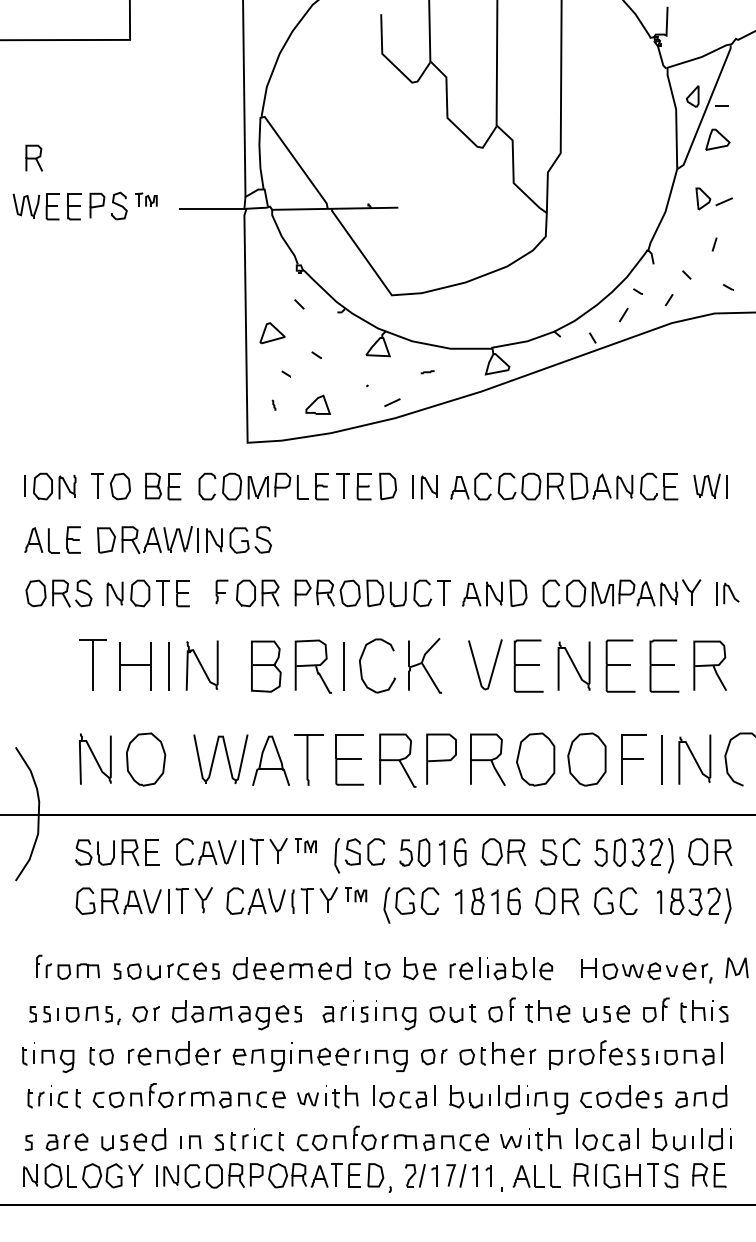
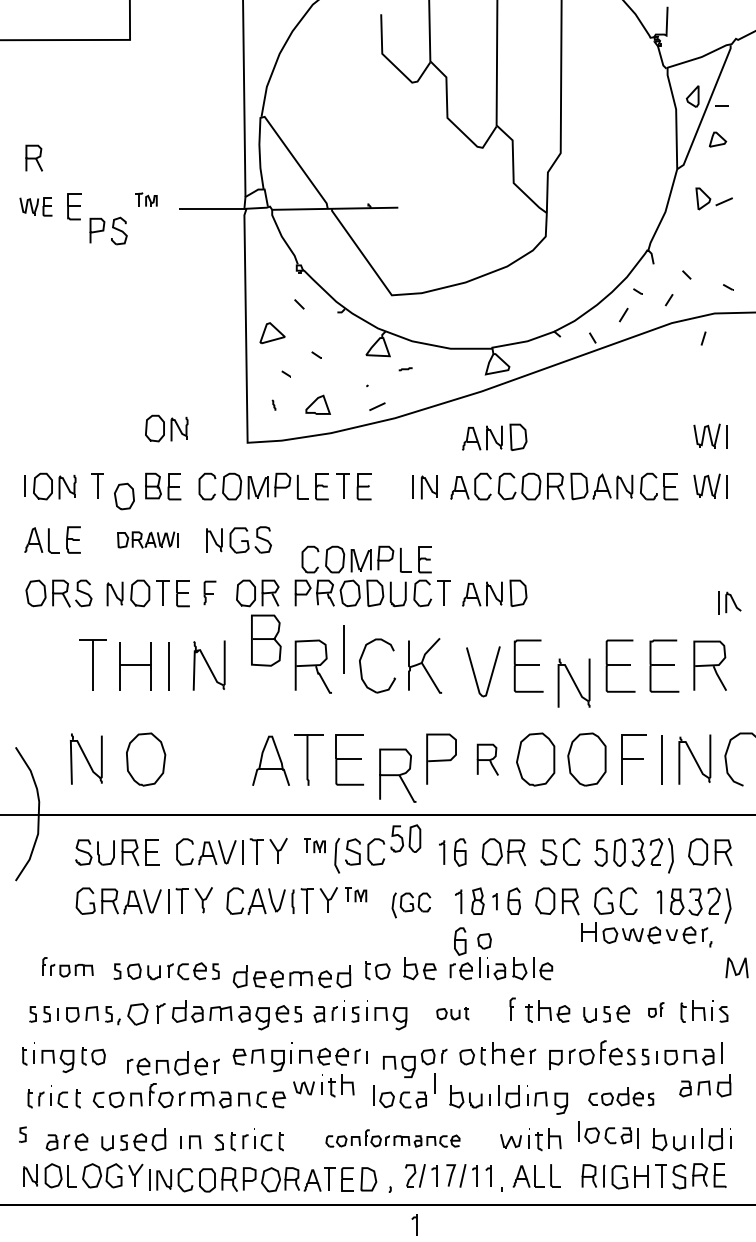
part at (717, 139) size: 26x23 px -> 19x17 px
part at (108, 205) position: (108, 205) -> (108, 230)
part at (35, 206) size: 48x28 px -> 34x20 px
line at (714, 244) position: (714, 244) -> (703, 338)
curve at (427, 372) position: (427, 372) -> (405, 369)
line at (392, 402) position: (392, 402) -> (377, 406)
part at (166, 428): none -> present
part at (710, 435): none -> present
part at (494, 436): none -> present
part at (120, 486) position: (120, 486) -> (124, 496)
part at (387, 486): present -> none
part at (147, 539) size: 102x28 px -> 62x18 px
part at (366, 559): none -> present
part at (221, 591) position: (221, 591) -> (209, 592)
part at (621, 593): present -> none
part at (727, 593) position: (727, 593) -> (729, 602)
part at (201, 665) position: (201, 665) -> (208, 665)
part at (493, 665) position: (493, 665) -> (491, 672)
part at (573, 665) position: (573, 665) -> (573, 682)
part at (266, 666) position: (266, 666) -> (266, 640)
line at (343, 666) position: (343, 666) -> (343, 649)
part at (95, 758) position: (95, 758) -> (86, 758)
part at (220, 759): present -> none
part at (487, 759) size: 36x54 px -> 23x33 px
part at (397, 760) position: (397, 760) -> (397, 775)
part at (305, 845) position: (305, 845) -> (314, 845)
part at (414, 852) position: (414, 852) -> (405, 838)
part at (494, 901) size: 8x25 px -> 6x18 px
part at (411, 905) size: 57x37 px -> 41x27 px
part at (460, 941): none -> present
part at (67, 966) size: 64x26 px -> 52x21 px
part at (291, 968) position: (291, 968) -> (291, 976)
part at (646, 970) position: (646, 970) -> (646, 934)
part at (656, 1009) size: 27x26 px -> 17x16 px
part at (452, 1013) size: 48x19 px -> 34x14 px
part at (145, 1014) size: 28x17 px -> 39x23 px
part at (495, 1014) position: (495, 1014) -> (484, 941)
part at (369, 1015) position: (369, 1015) -> (360, 1015)
part at (174, 1053) position: (174, 1053) -> (173, 1063)
part at (101, 1056) position: (101, 1056) -> (93, 1056)
part at (391, 1060) position: (391, 1060) -> (399, 1066)
line at (434, 1095) position: (434, 1095) -> (434, 1083)
part at (327, 1096) position: (327, 1096) -> (323, 1085)
part at (621, 1096) size: 83x24 px -> 67x20 px
part at (701, 1096) position: (701, 1096) -> (705, 1085)
part at (392, 1138) size: 192x27 px -> 136x19 px
part at (602, 1139) position: (602, 1139) -> (604, 1132)
part at (28, 1142) position: (28, 1142) -> (22, 1134)
part at (270, 1175) position: (270, 1175) -> (263, 1179)
part at (625, 1175) position: (625, 1175) -> (633, 1176)
part at (414, 1224): none -> present
